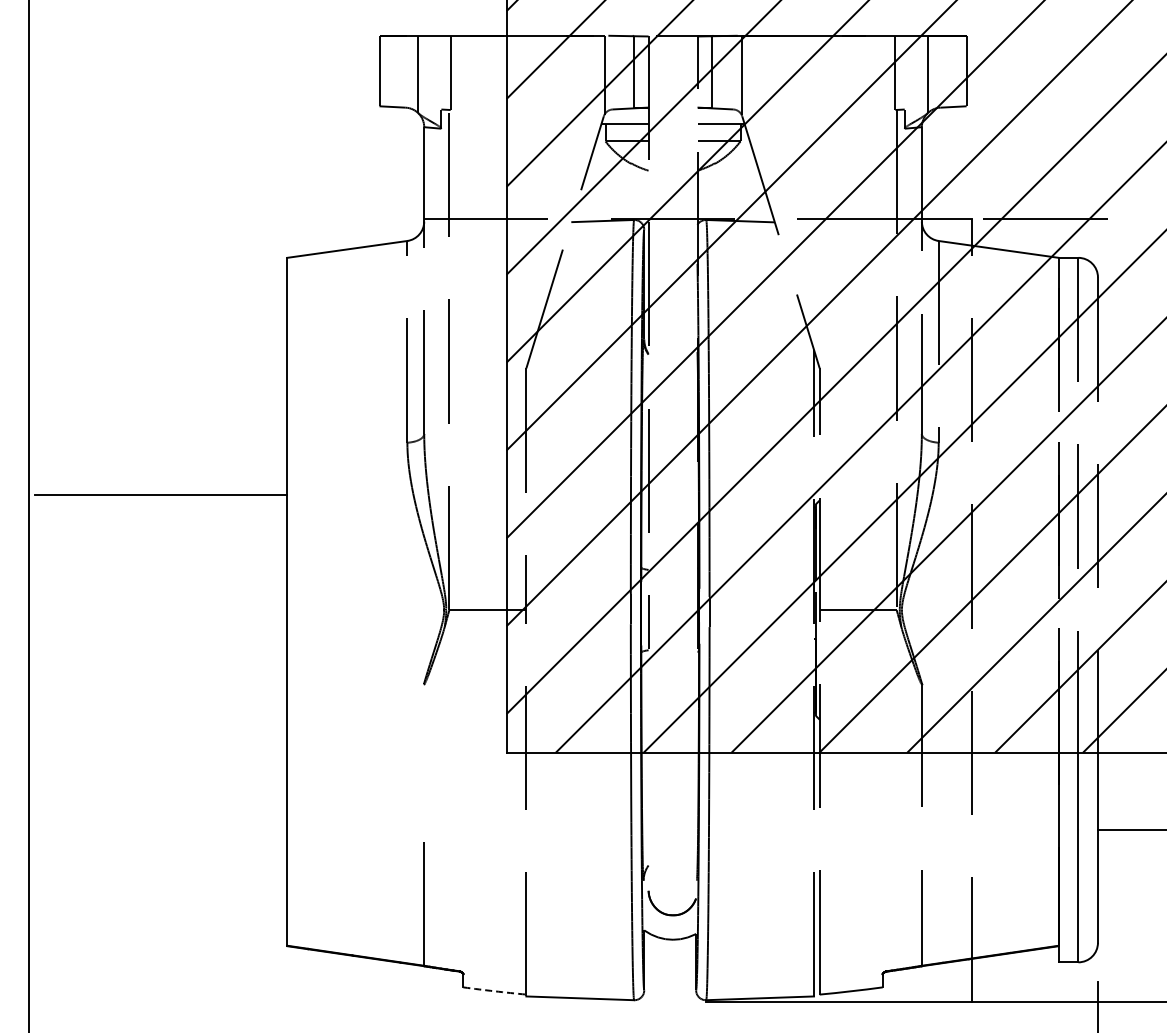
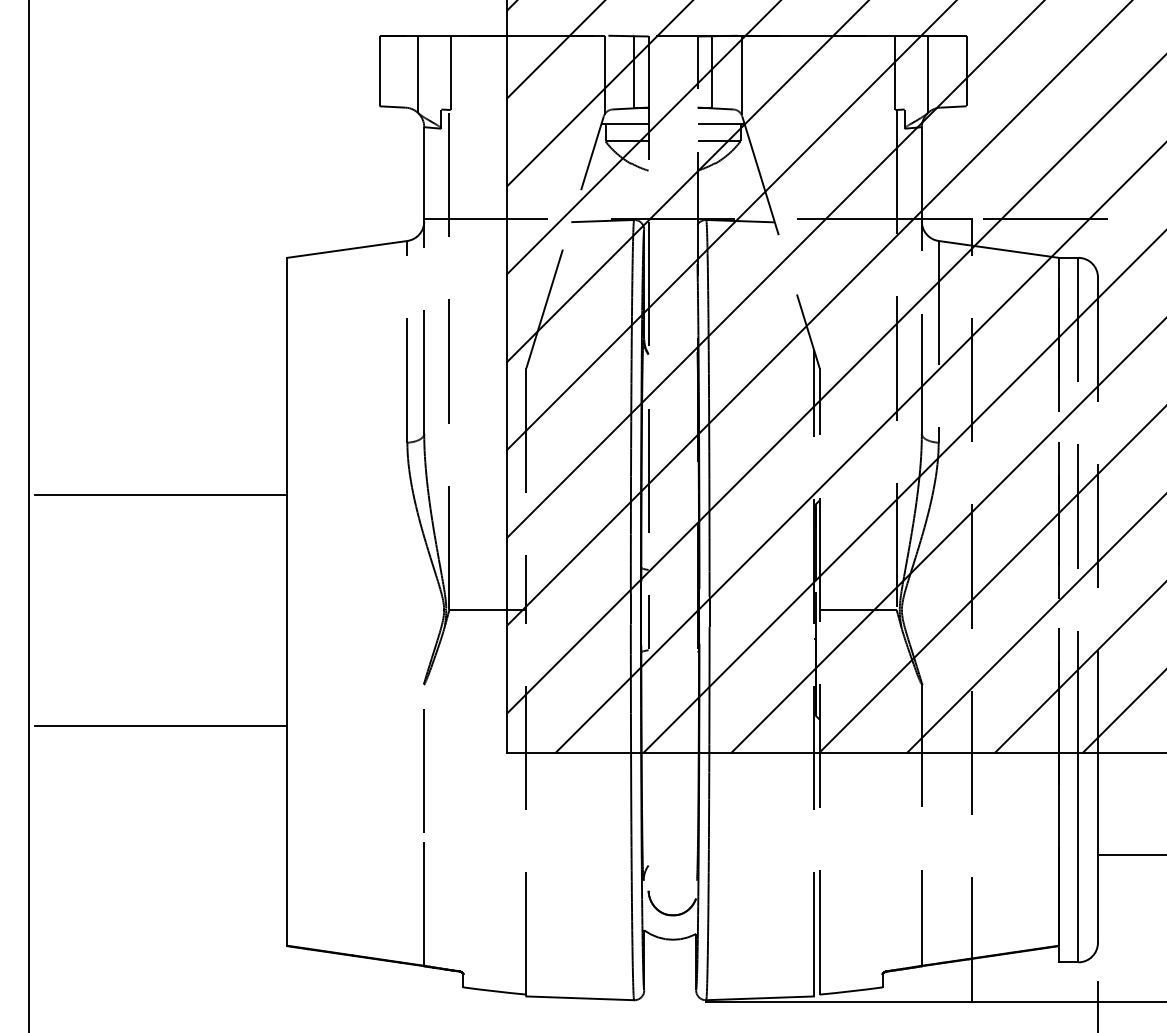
line at (161, 725): none -> present
line at (423, 770): none -> present
line at (1130, 829) position: (1130, 829) -> (1130, 854)
arc at (494, 991): dashed -> solid
